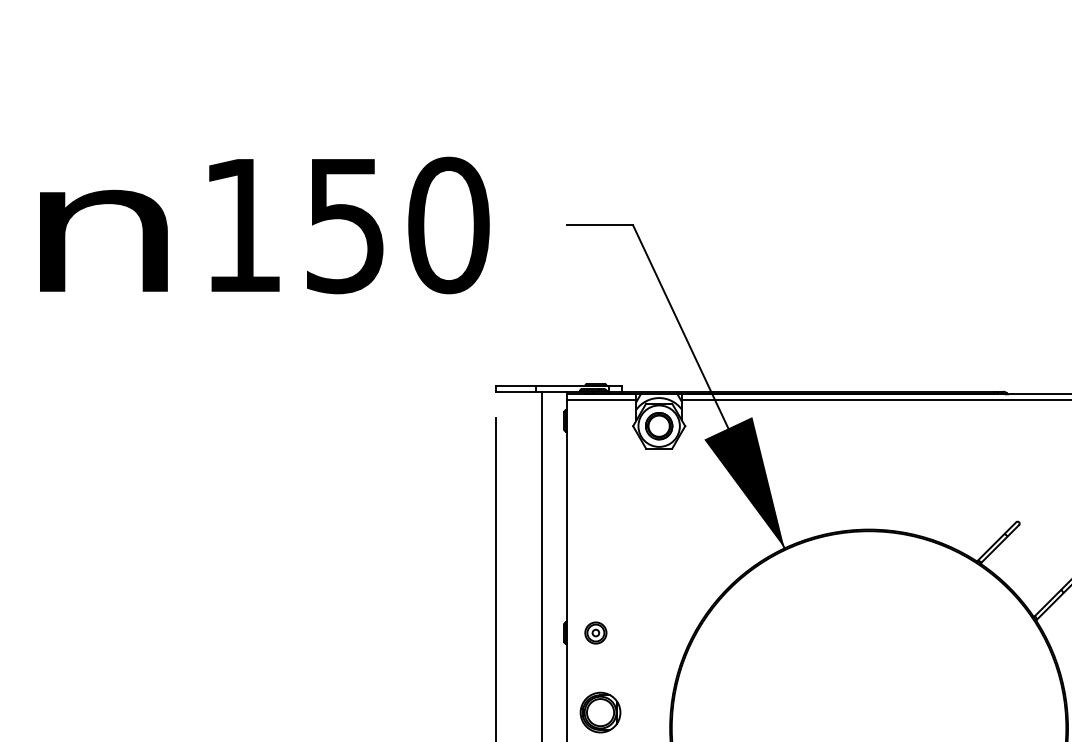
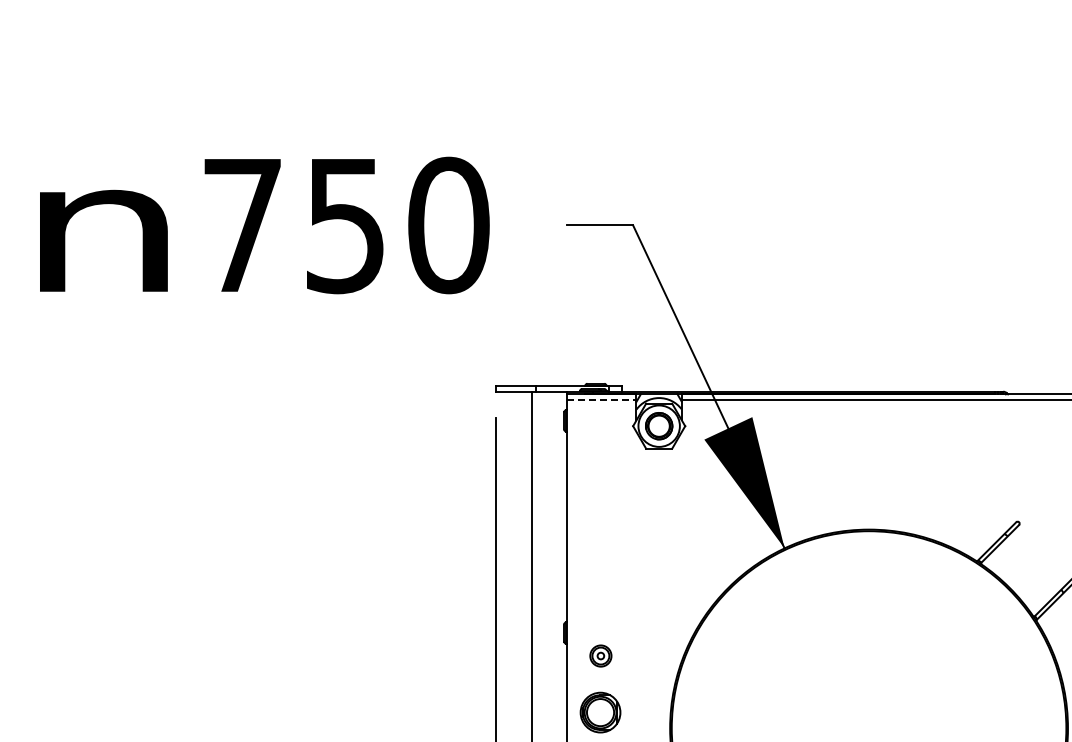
text at (242, 225): 150 -> 750
line at (601, 399): solid -> dashed
line at (541, 564) position: (541, 564) -> (531, 564)
part at (595, 632) position: (595, 632) -> (600, 655)
